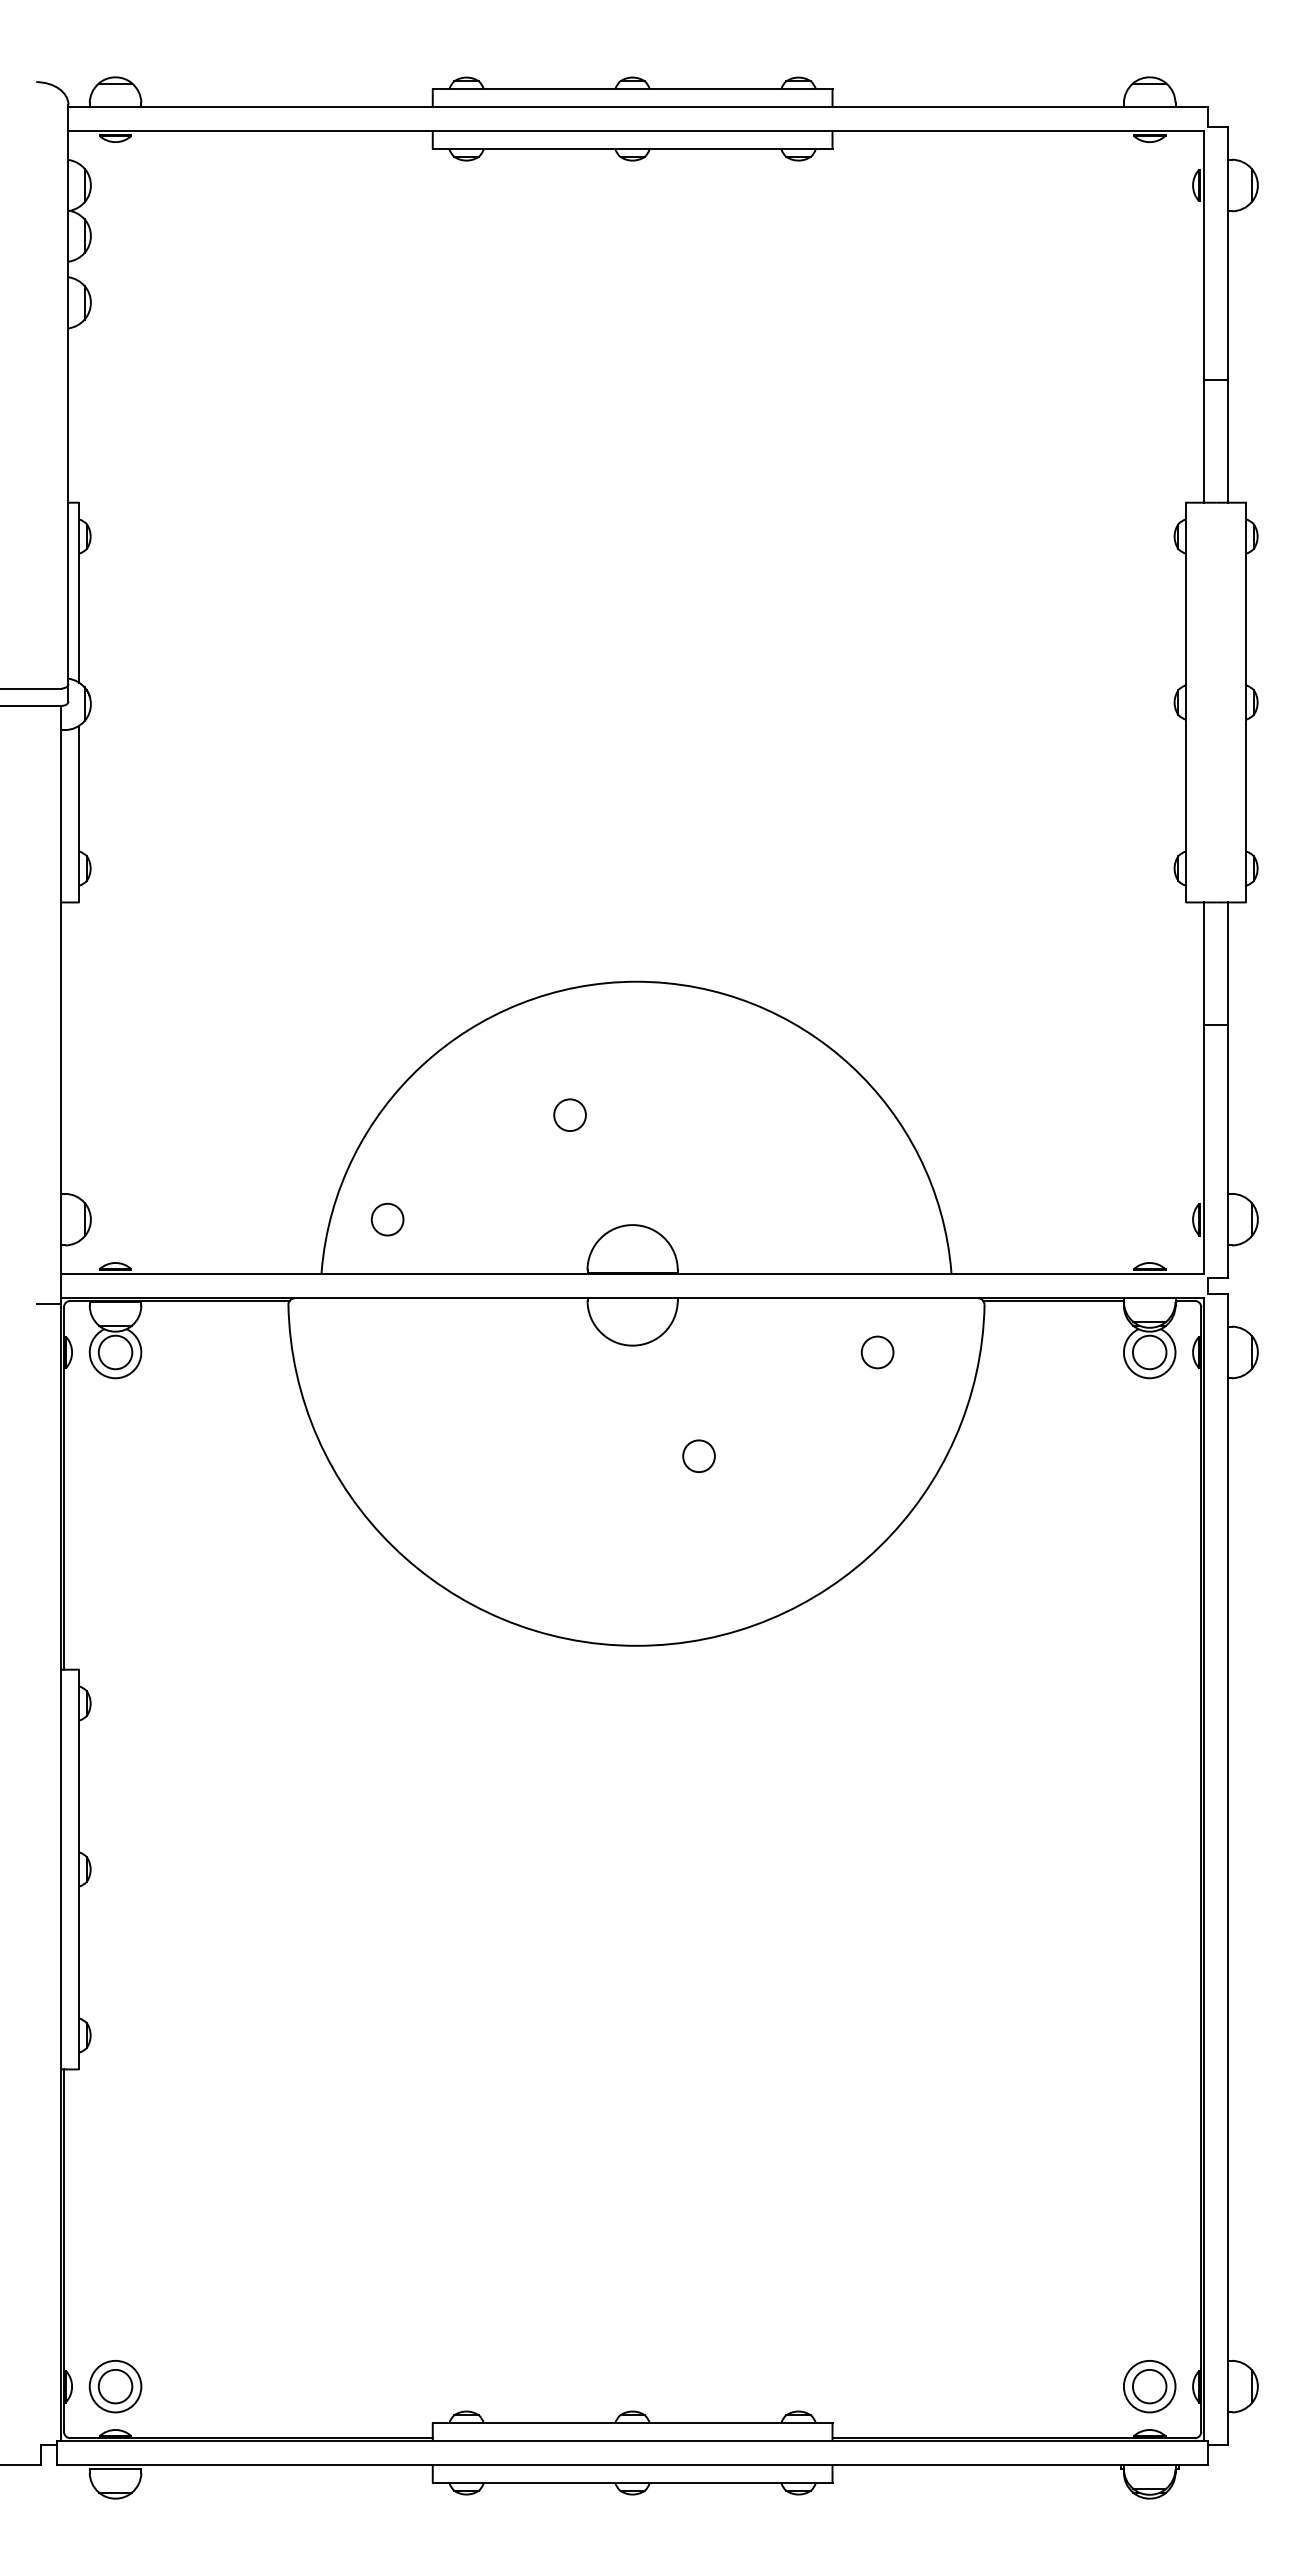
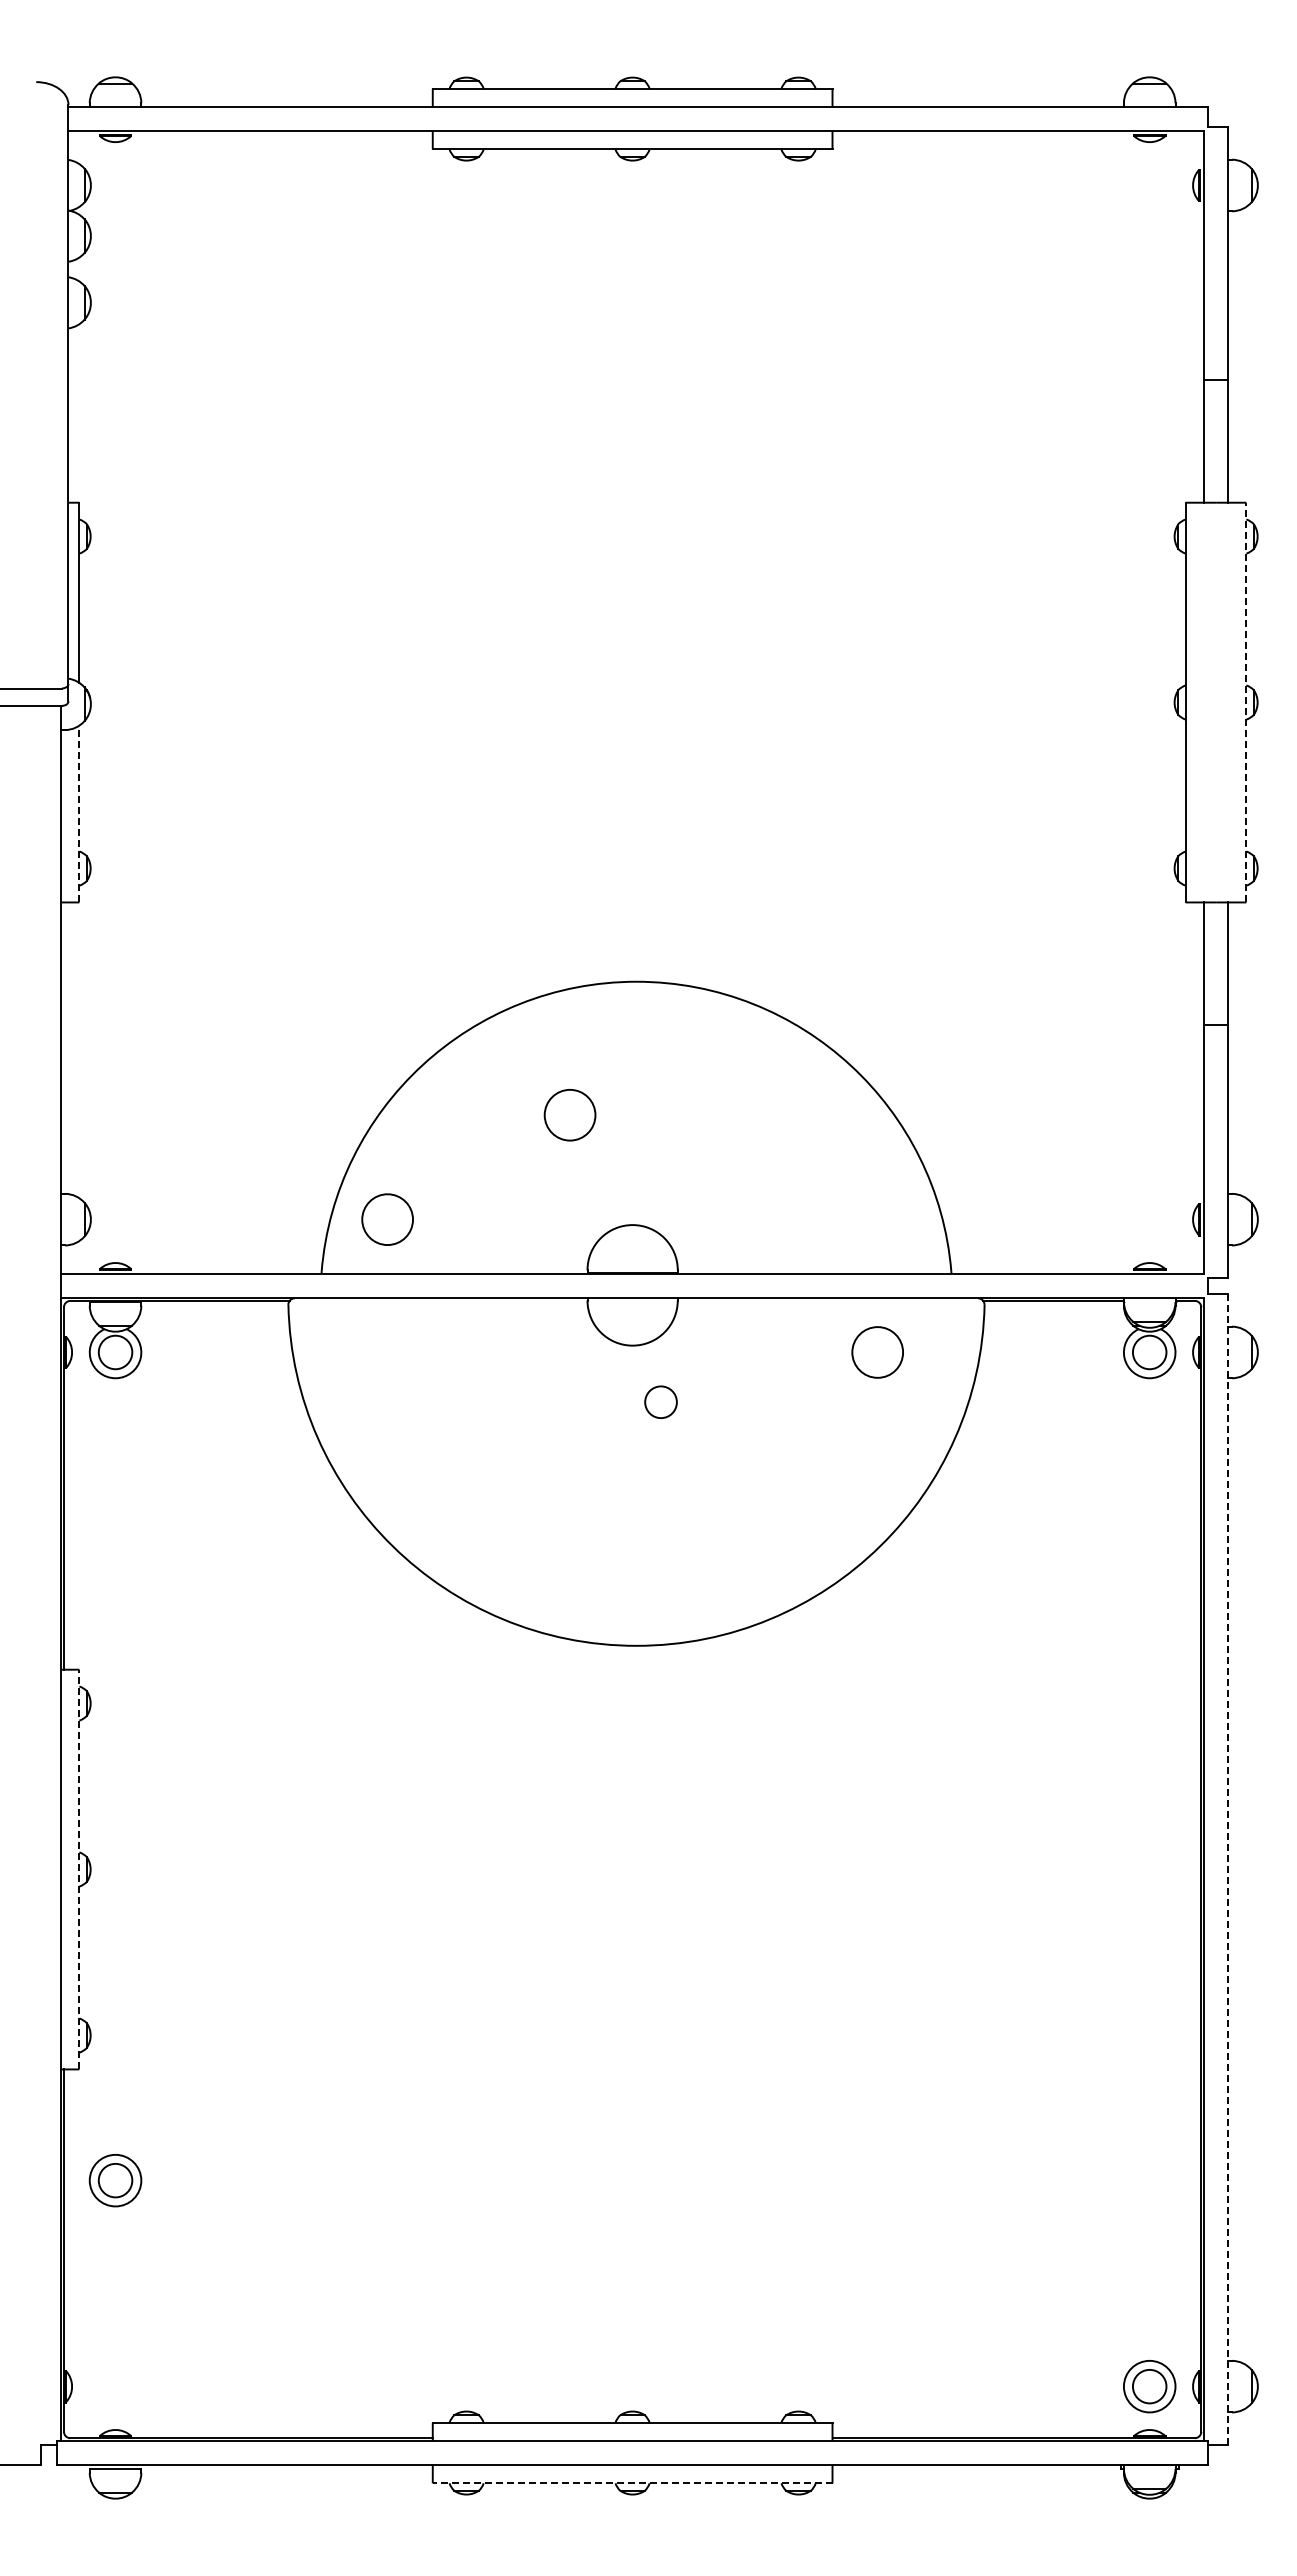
line at (1246, 702): solid -> dashed
line at (79, 813): solid -> dashed
circle at (569, 1115) diameter: 32 px -> 51 px
circle at (387, 1219) diameter: 32 px -> 51 px
line at (48, 1303): present -> none
circle at (877, 1352) size: 35x35 px -> 53x53 px
circle at (698, 1455) position: (698, 1455) -> (660, 1401)
line at (79, 1869): solid -> dashed
line at (1228, 1869): solid -> dashed
part at (115, 2386) position: (115, 2386) -> (115, 2180)
line at (632, 2483): solid -> dashed
